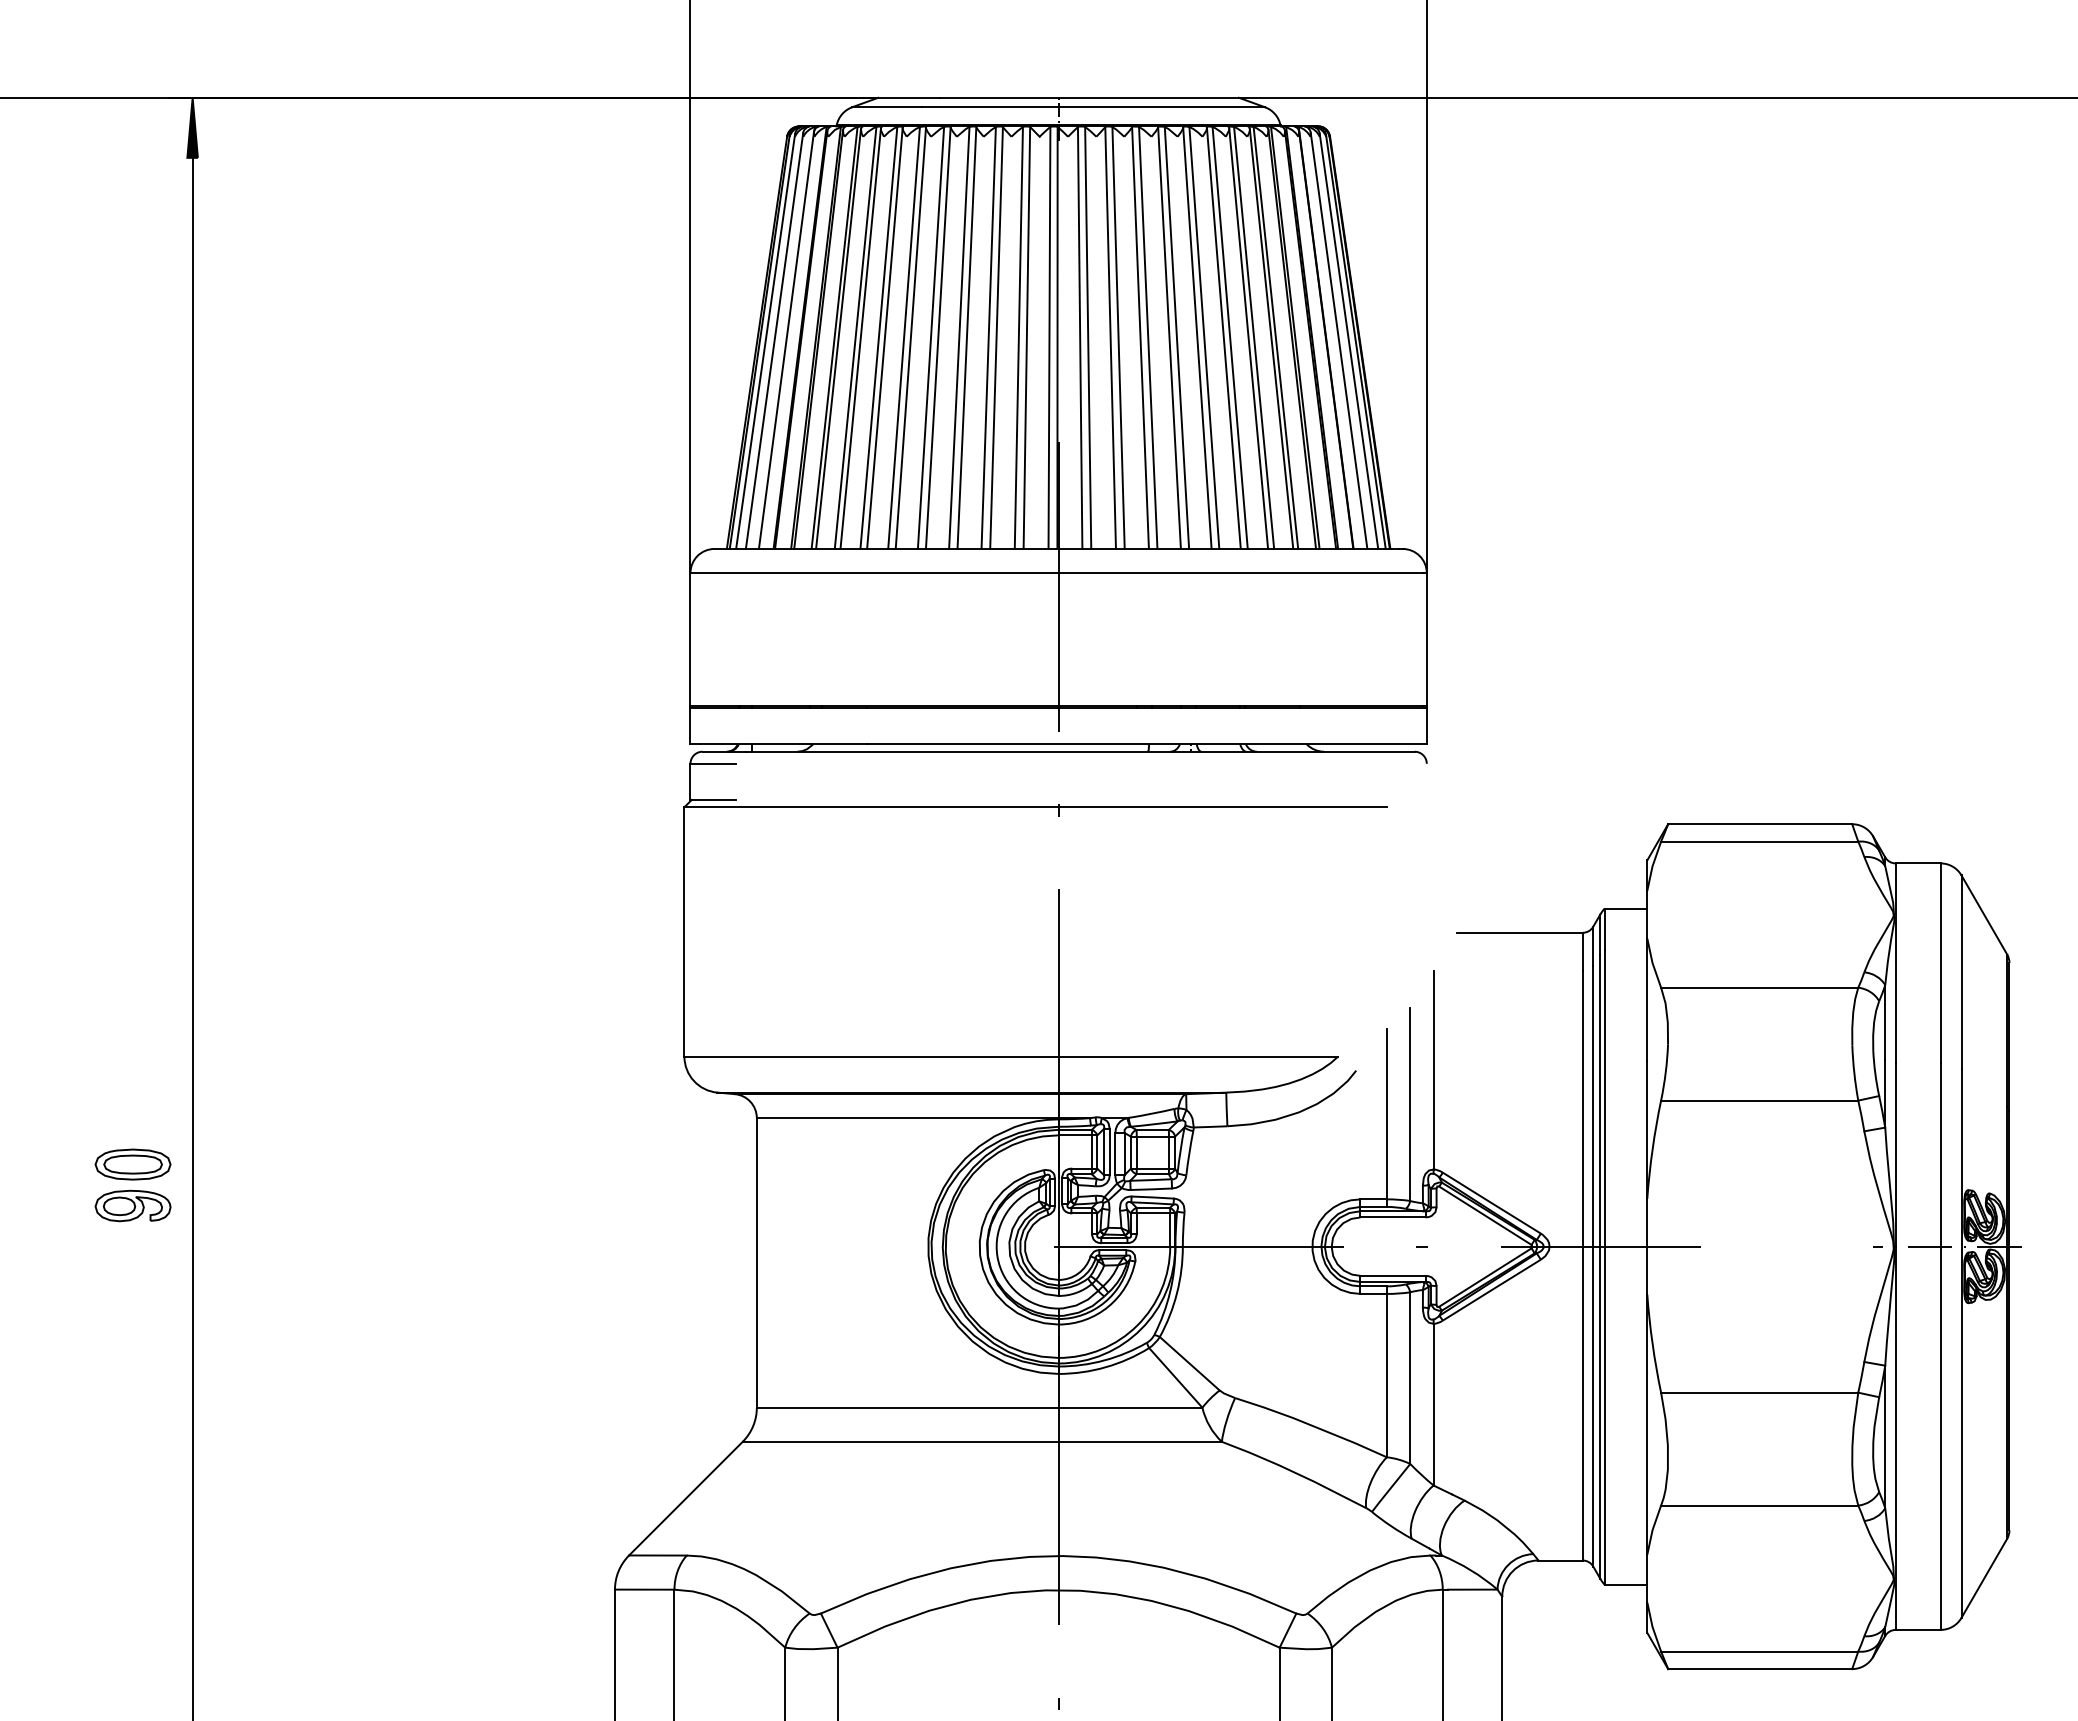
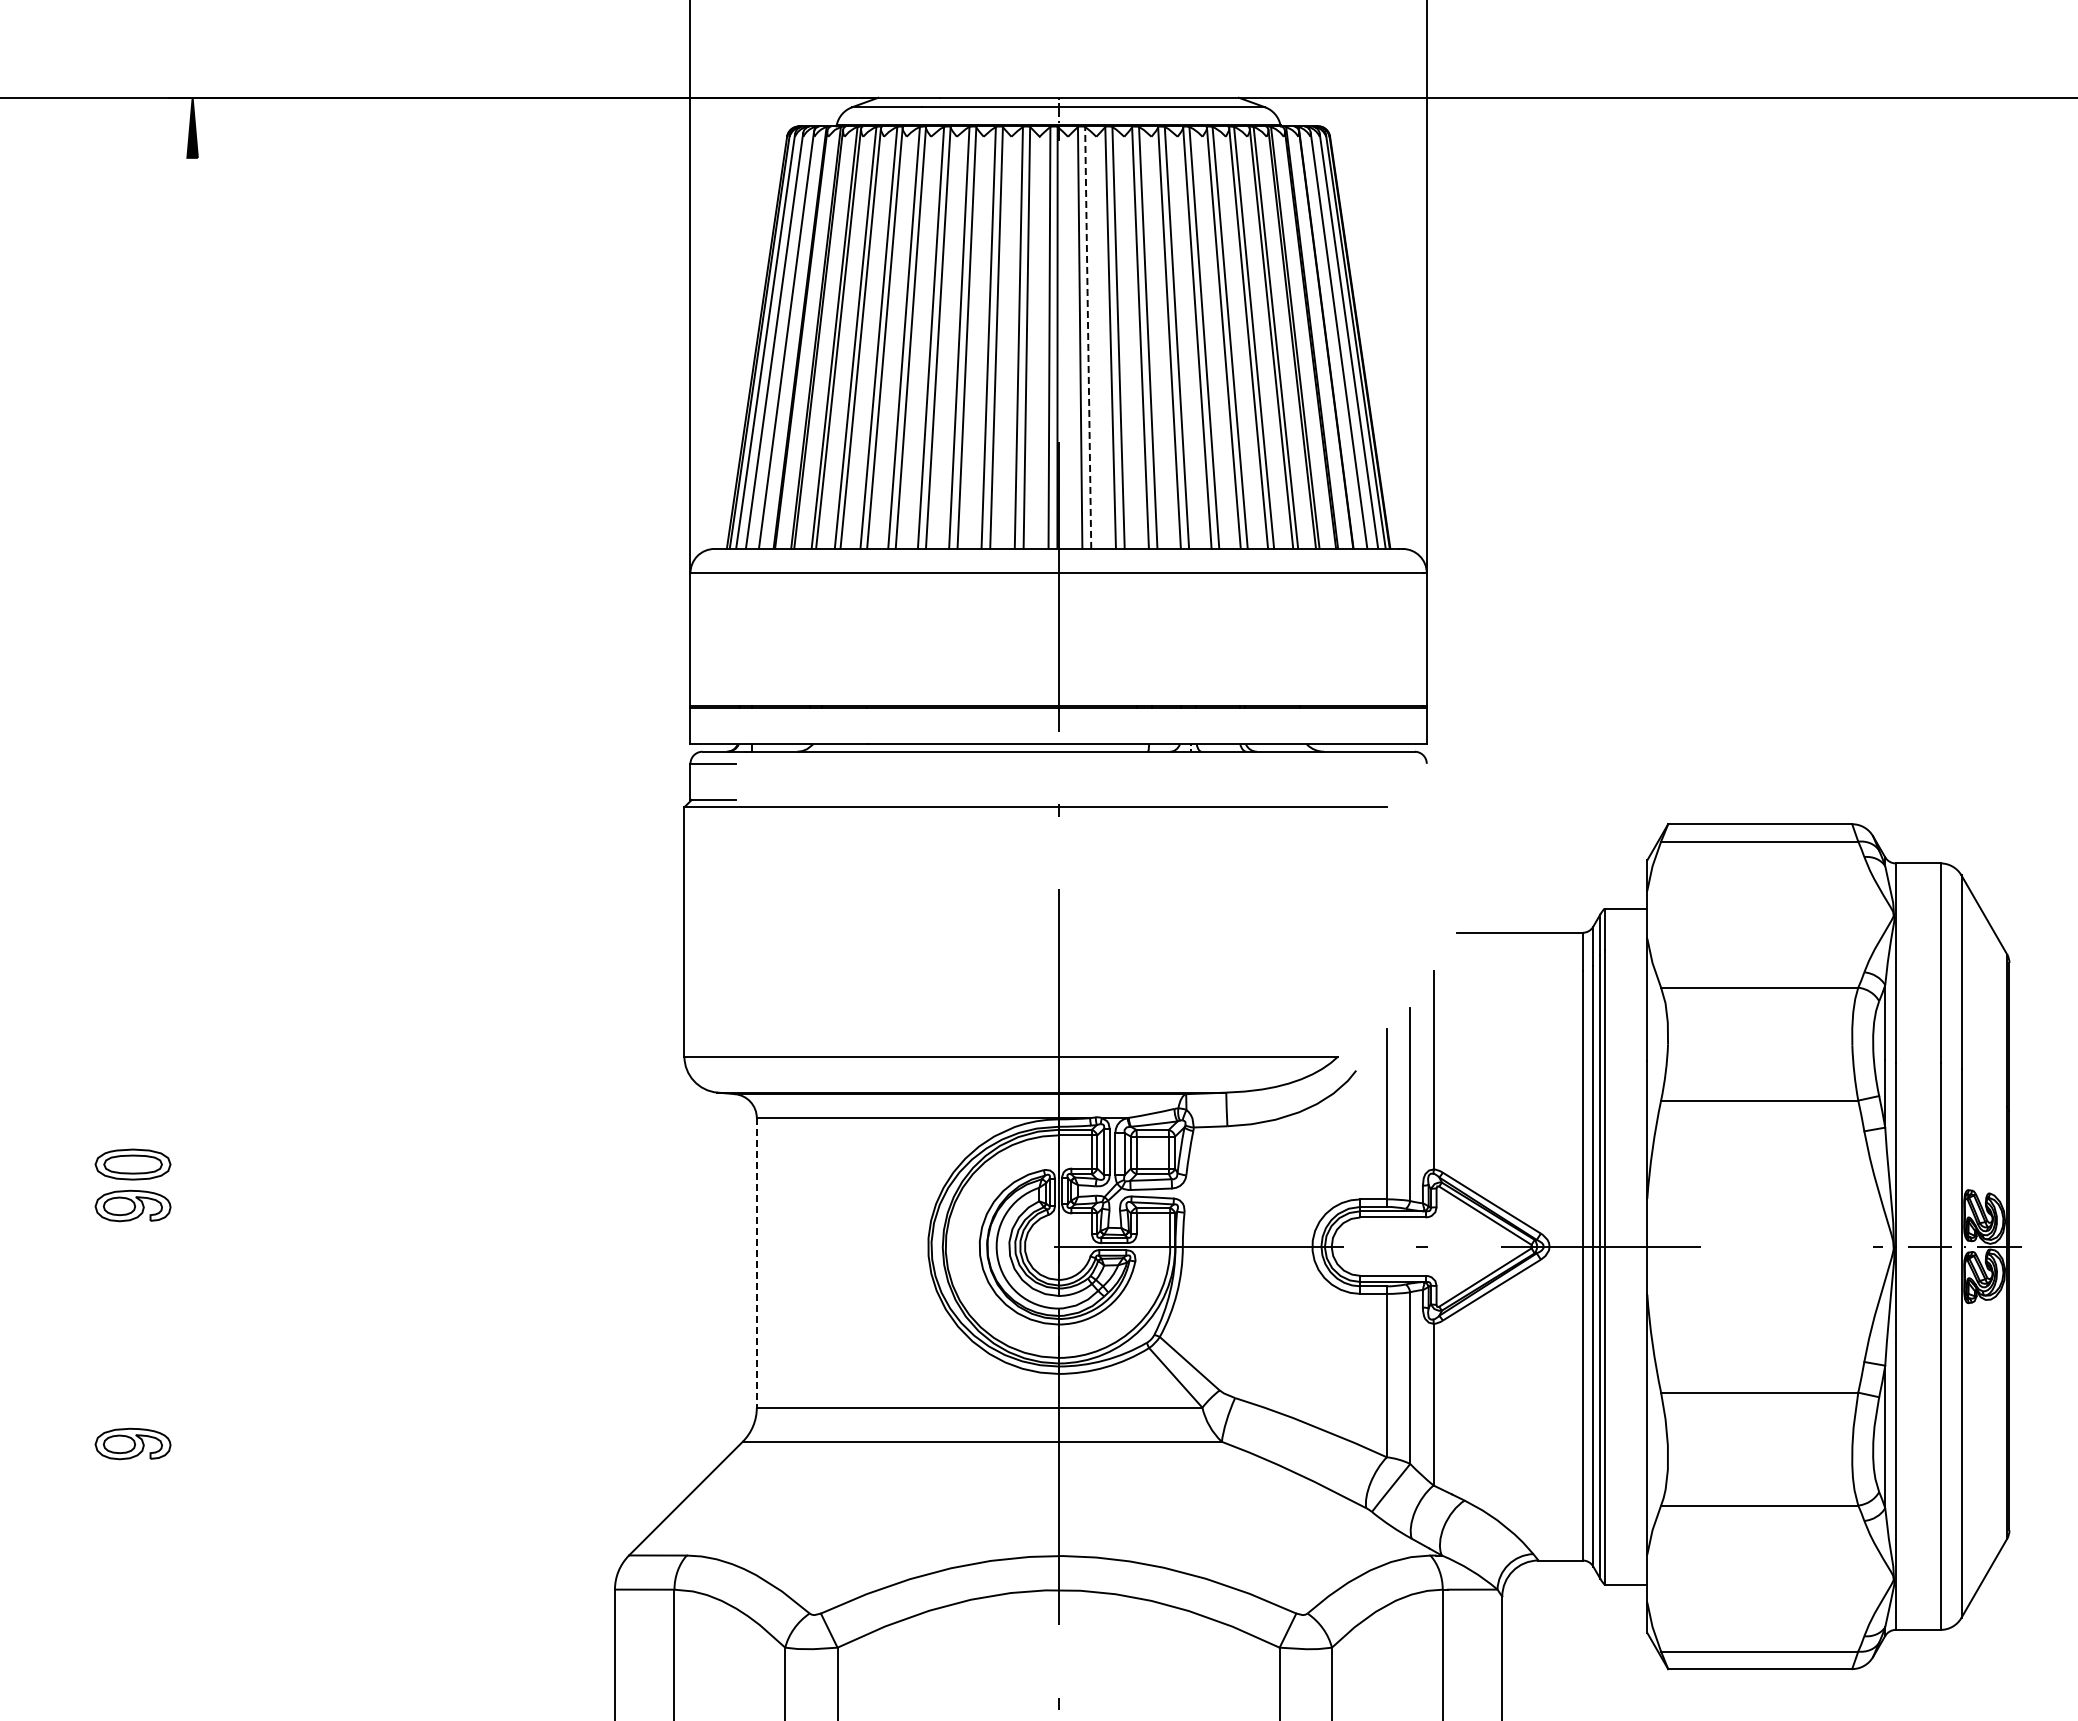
line at (1088, 337): solid -> dashed
line at (192, 937): present -> none
line at (756, 1262): solid -> dashed
part at (132, 1443): none -> present
